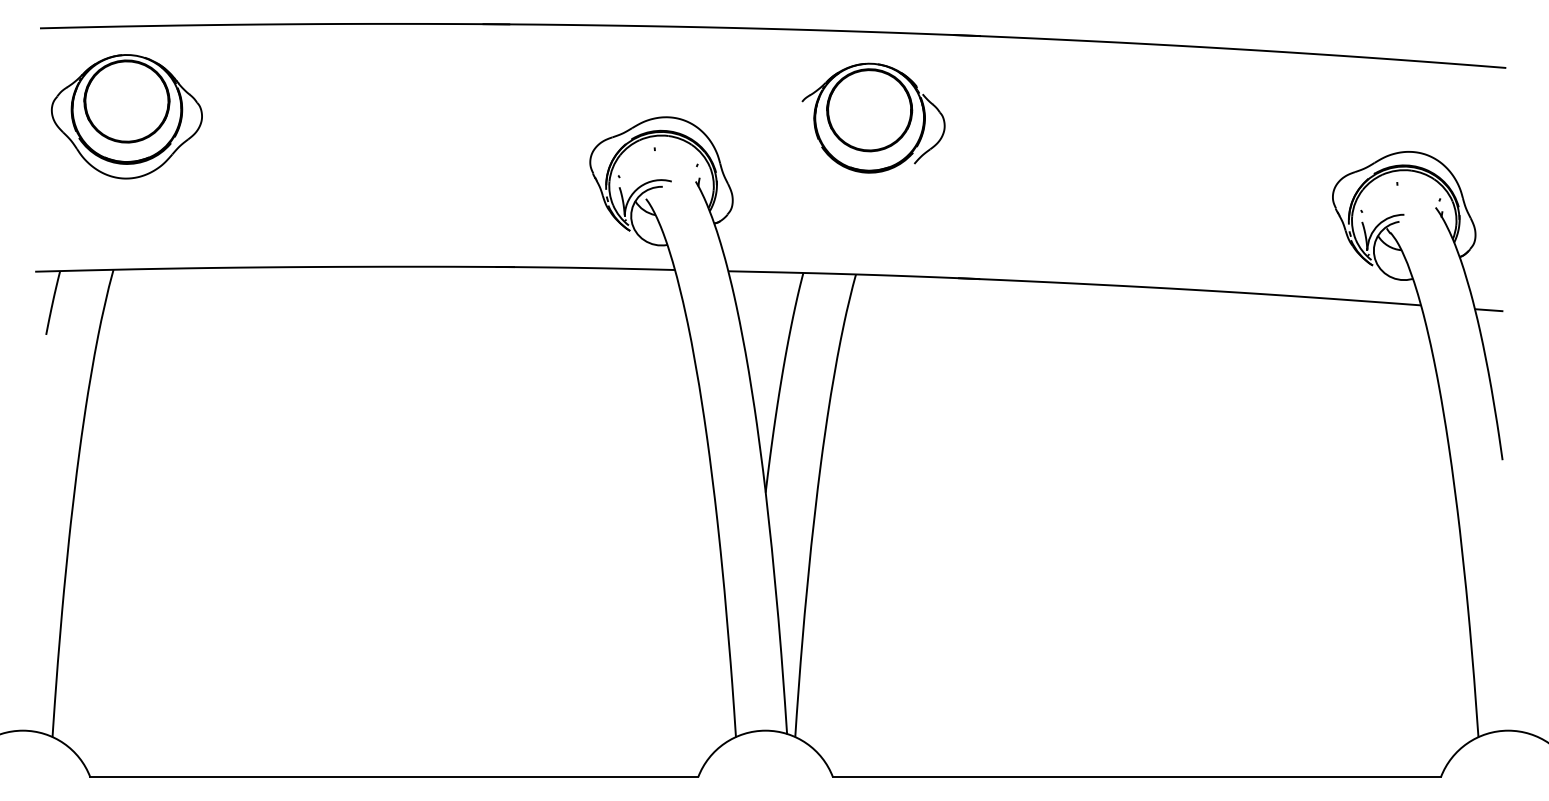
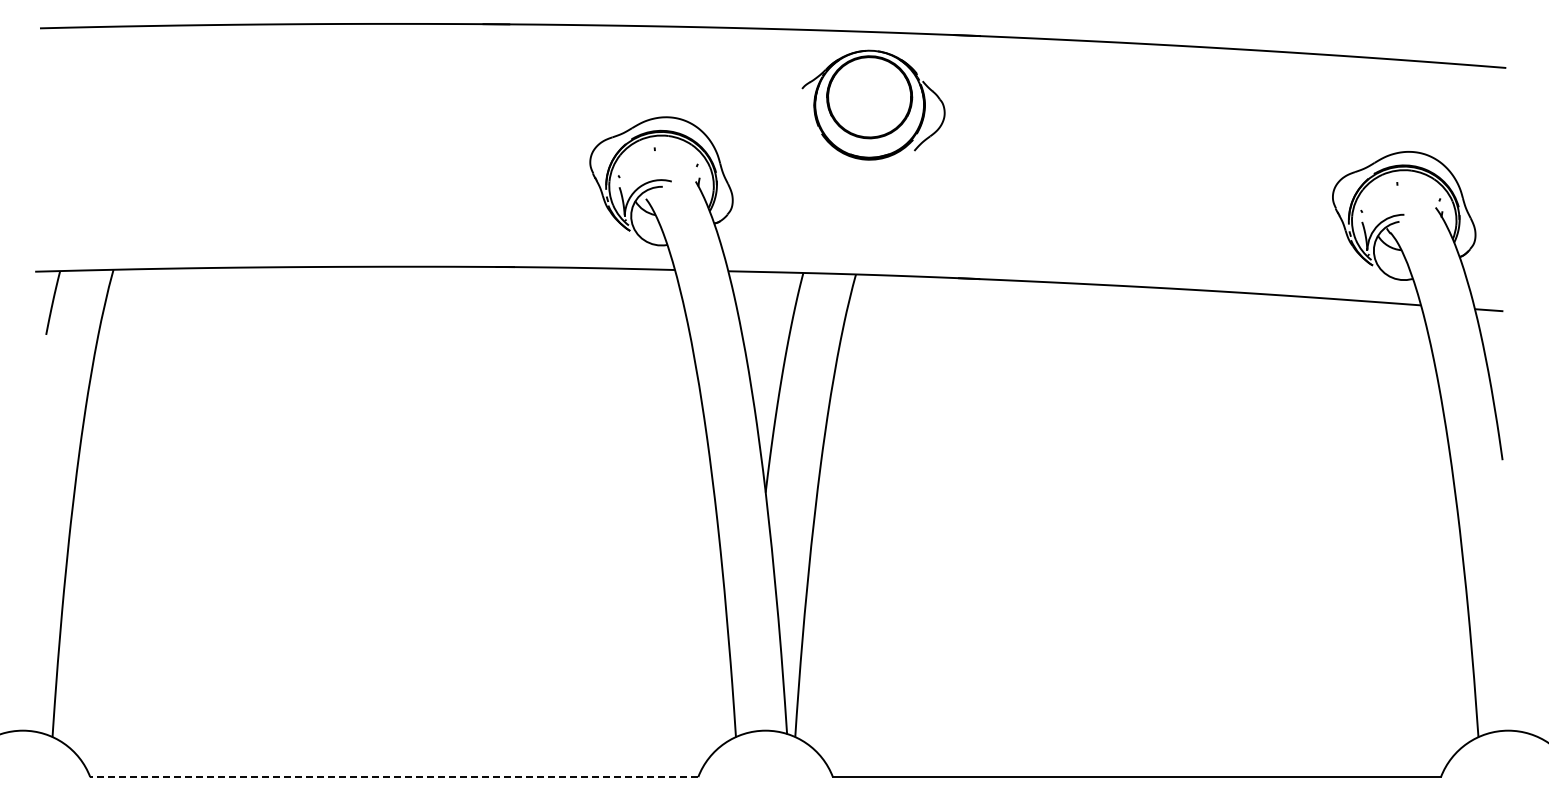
part at (126, 116): present -> none
part at (873, 117) position: (873, 117) -> (873, 104)
line at (393, 777): solid -> dashed
